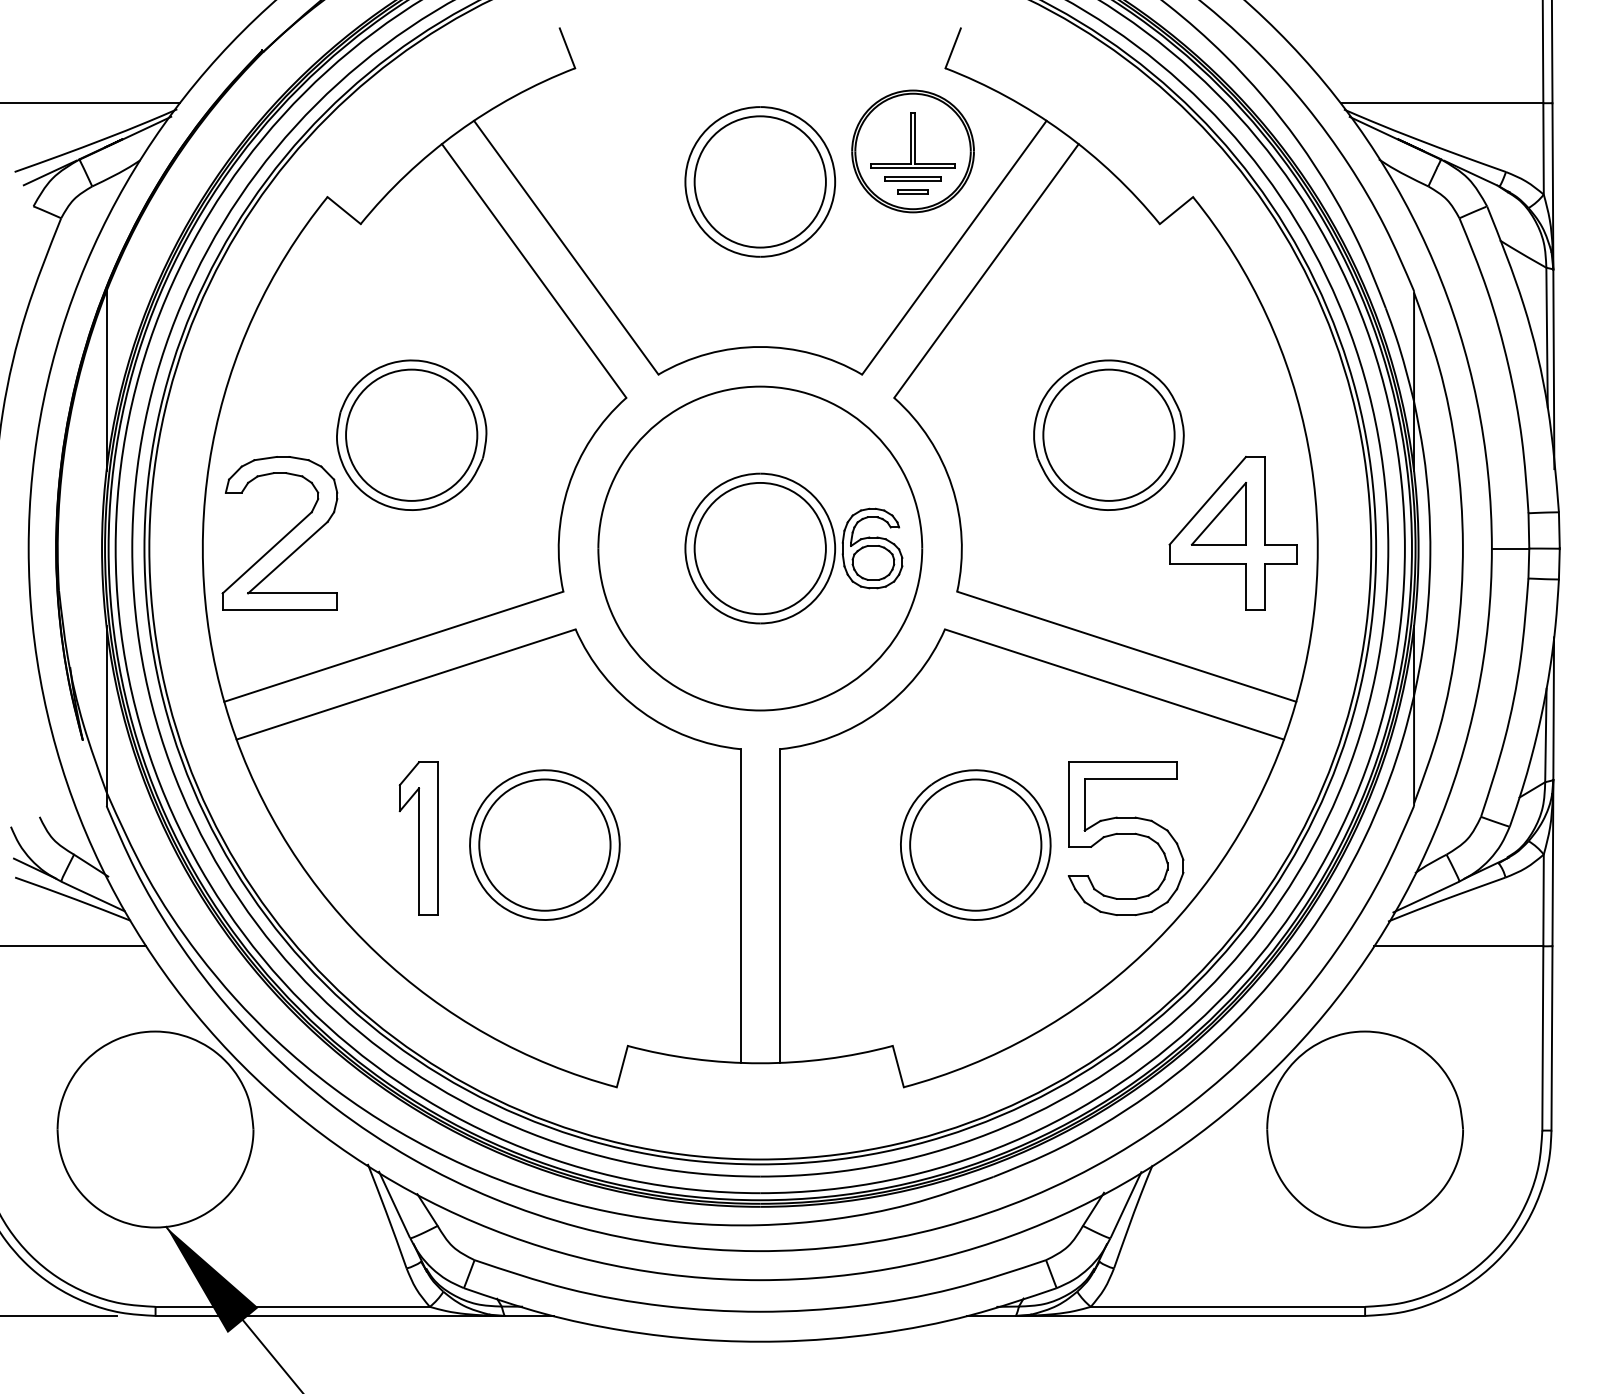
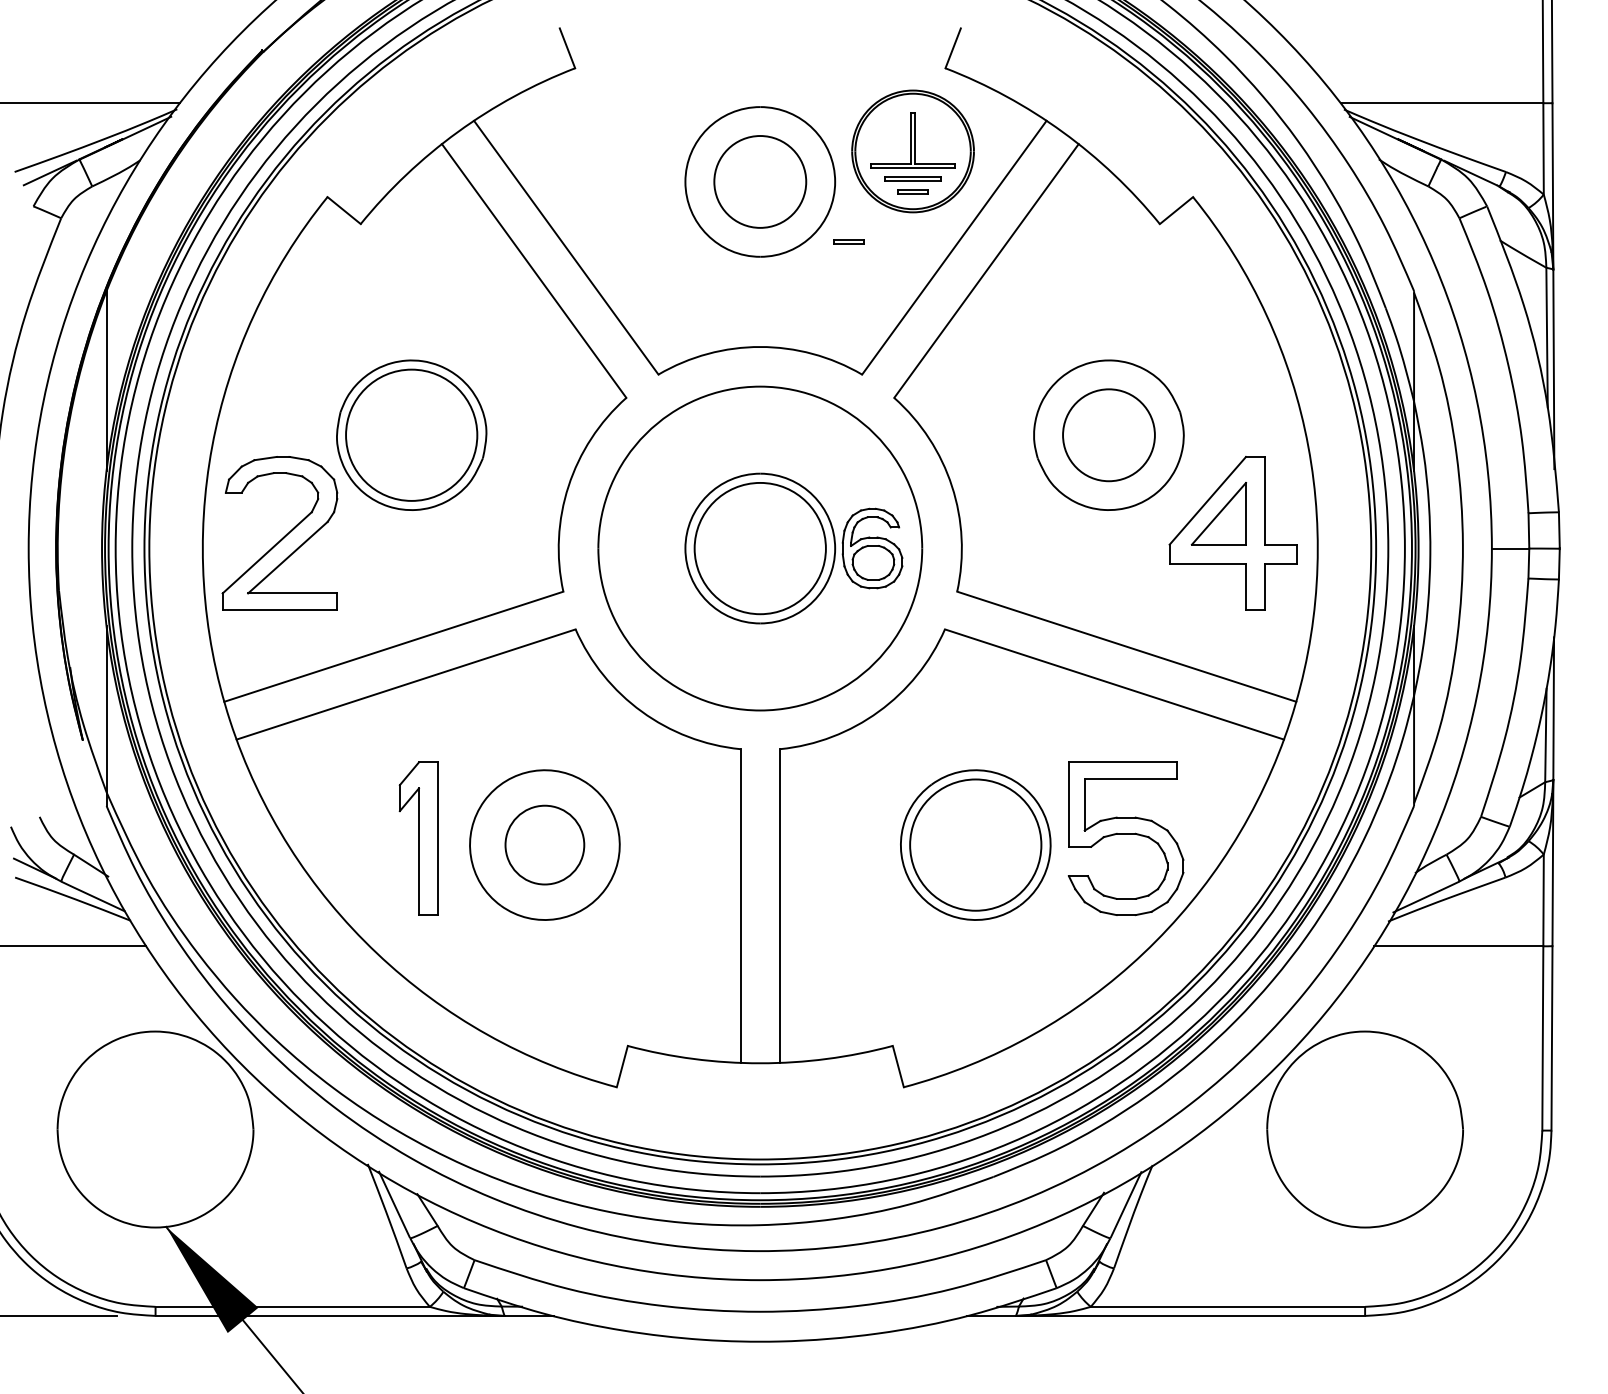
circle at (759, 181) diameter: 131 px -> 92 px
part at (848, 241): none -> present
circle at (1108, 434) diameter: 131 px -> 92 px
circle at (544, 844) diameter: 131 px -> 79 px
